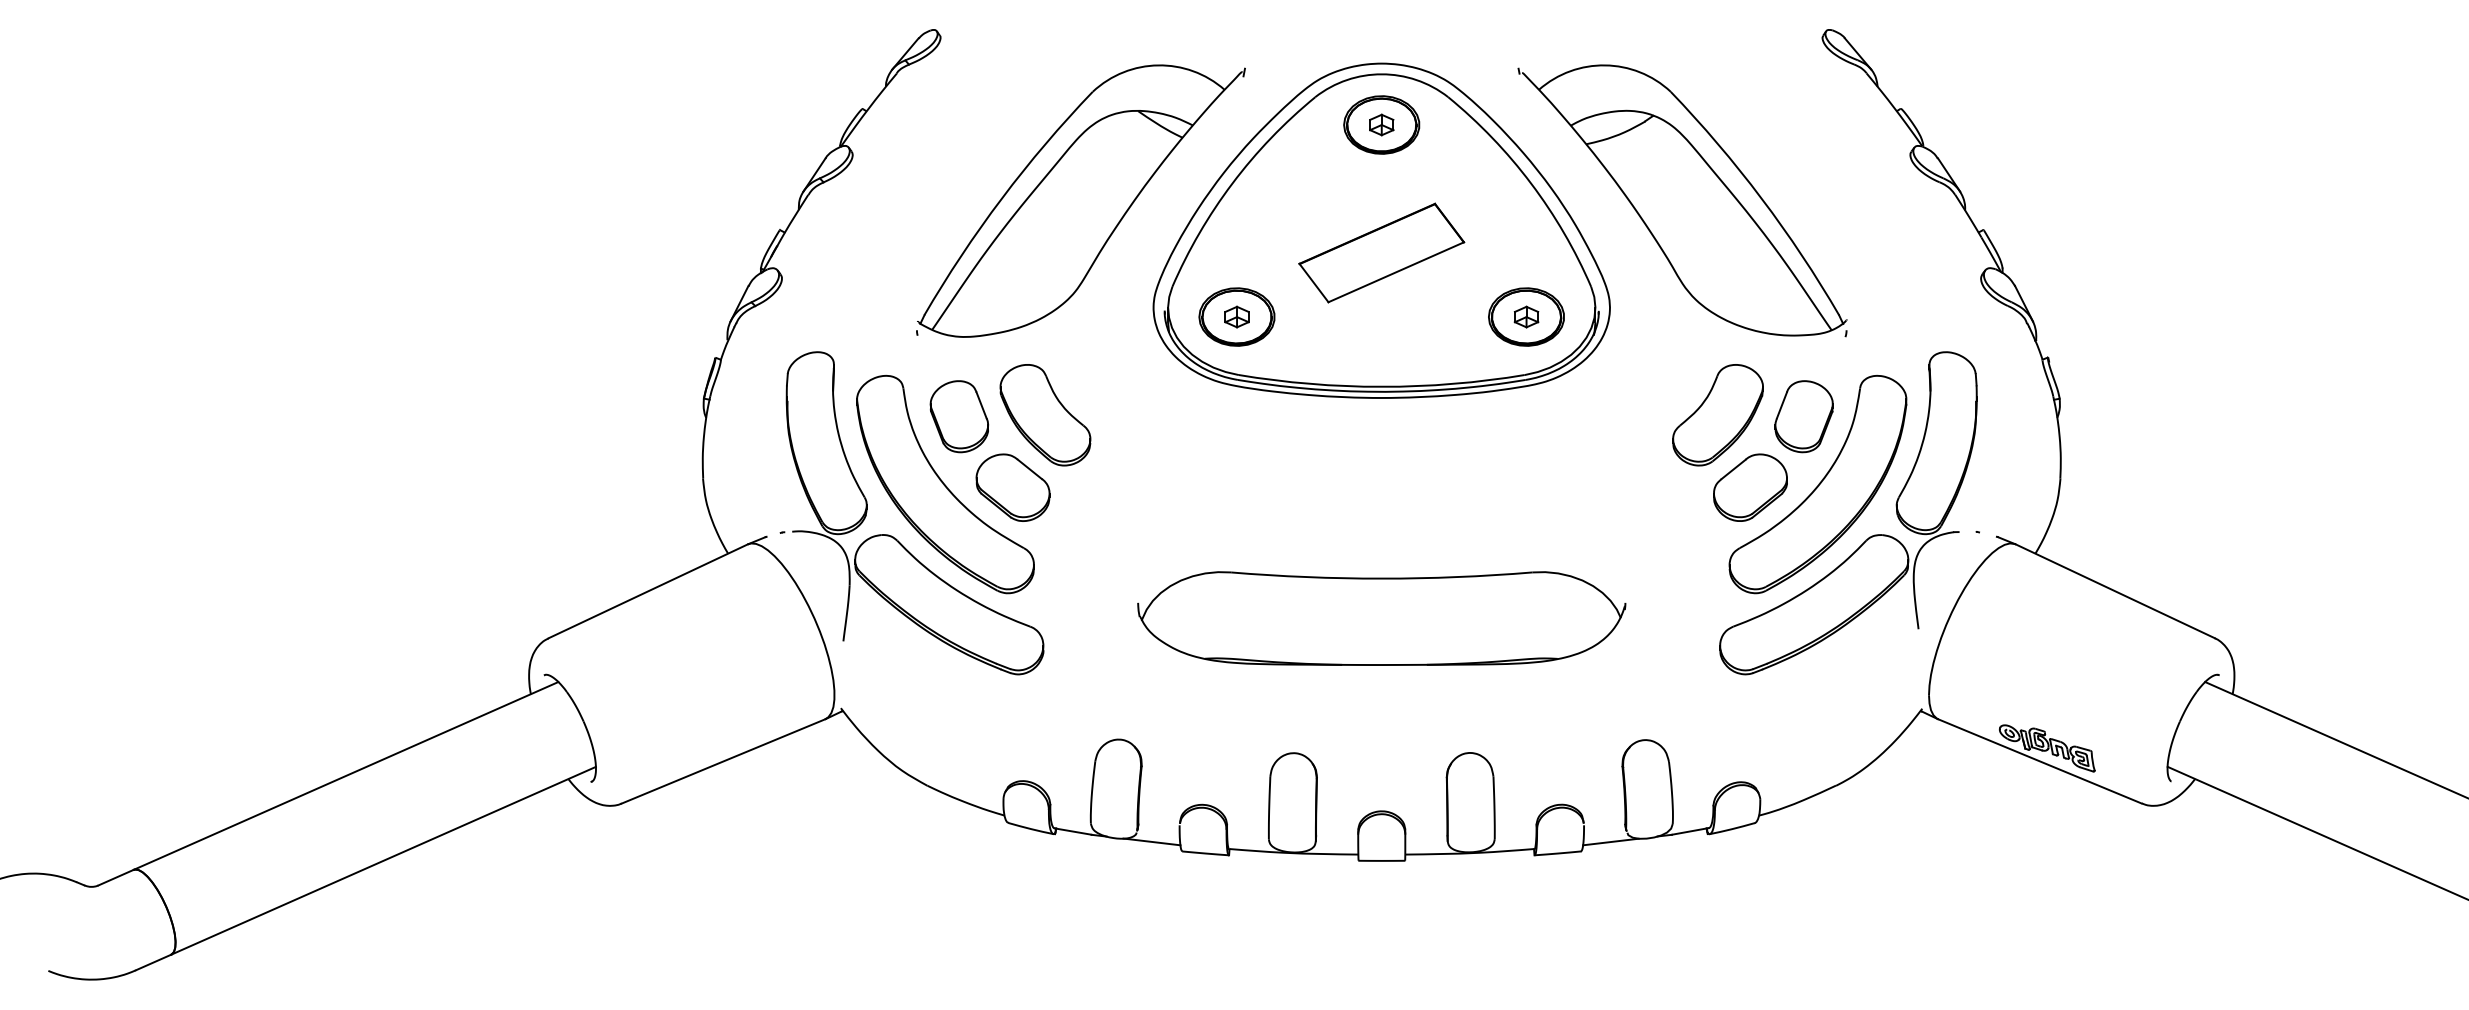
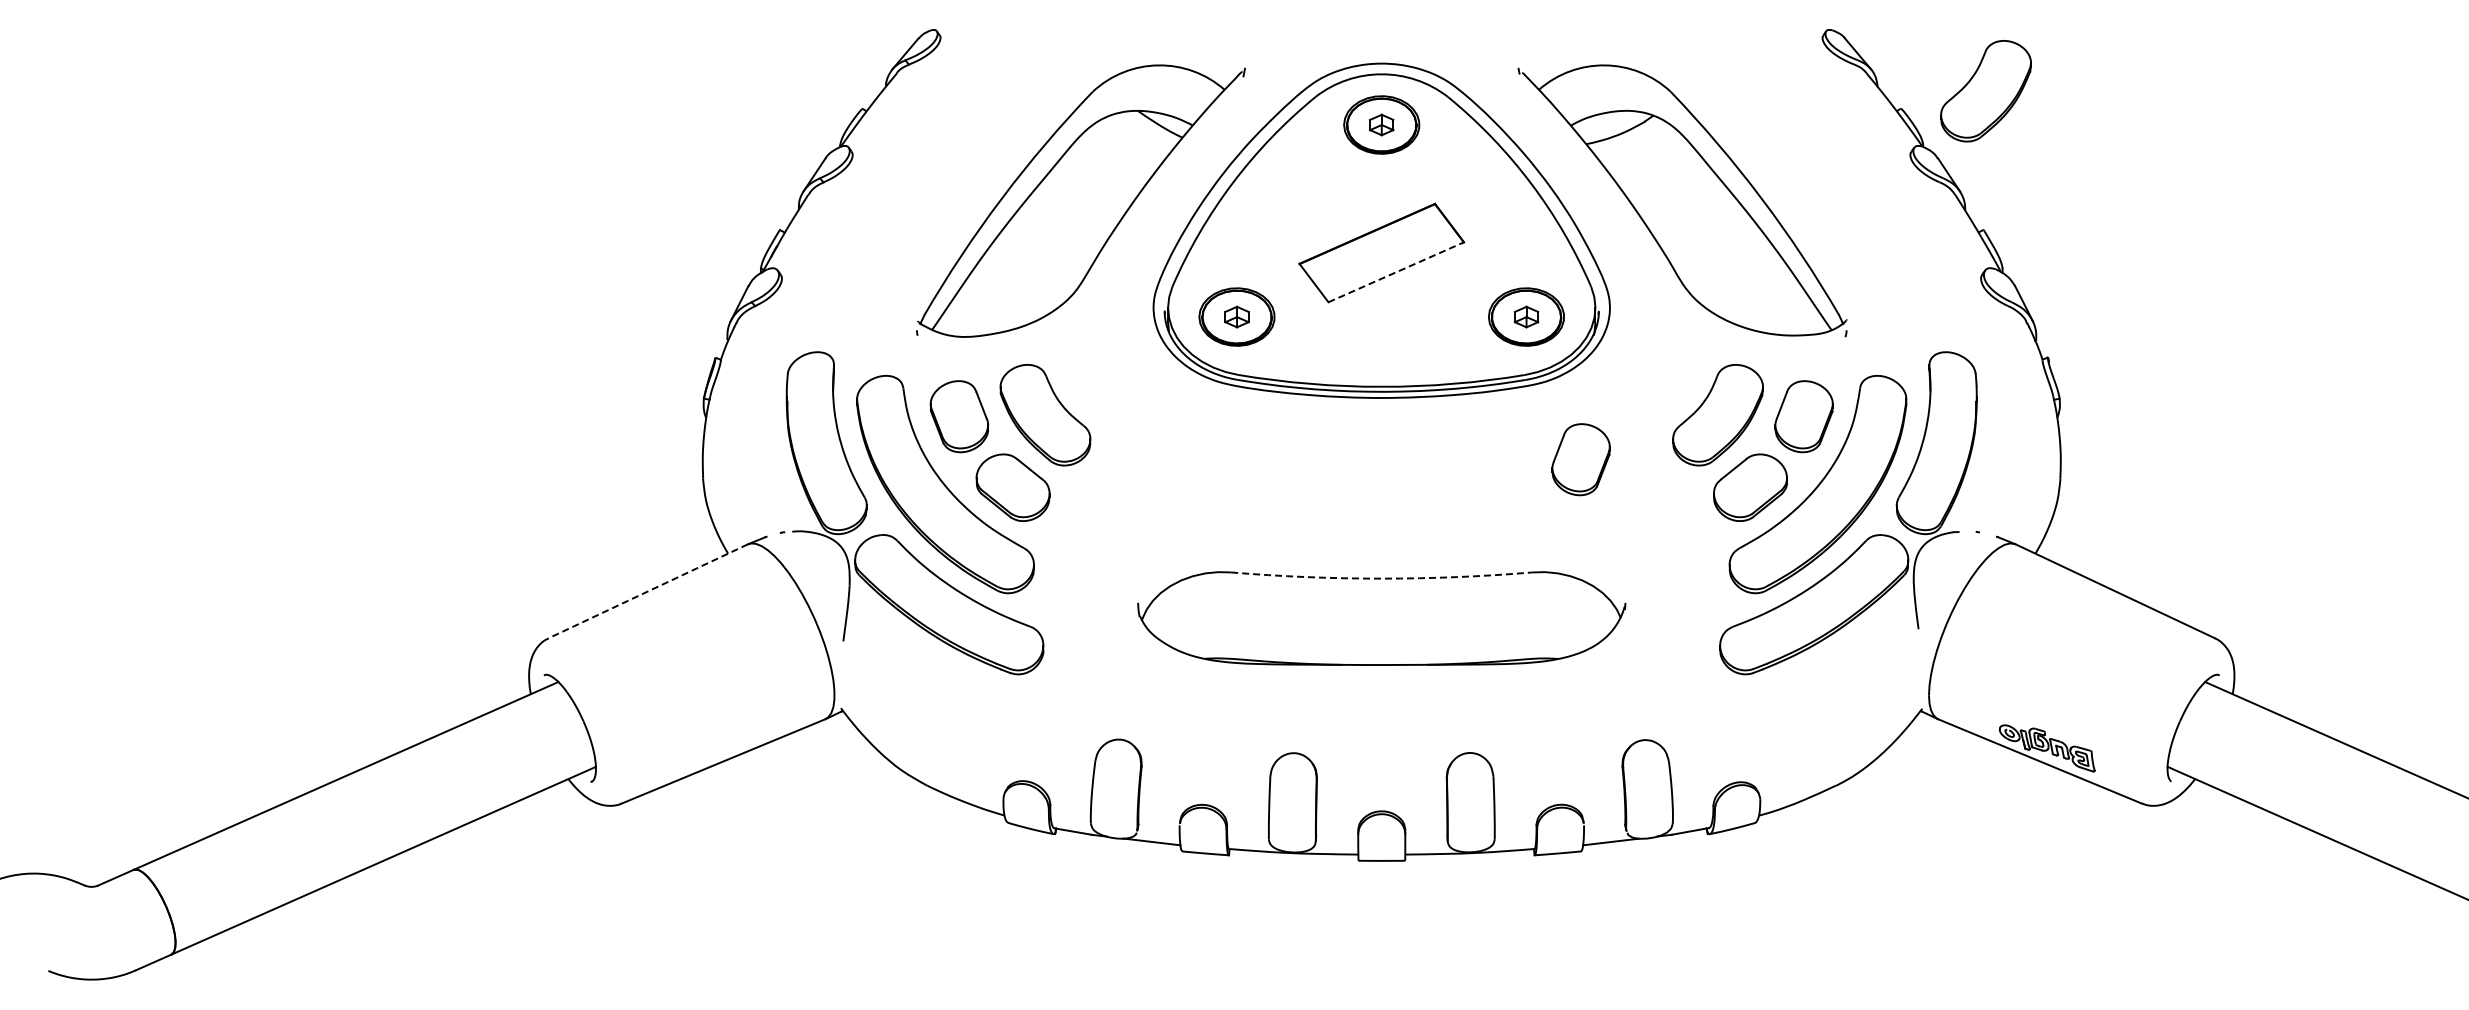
part at (1985, 91): none -> present
line at (1396, 272): solid -> dashed
part at (1580, 459): none -> present
arc at (1381, 578): solid -> dashed
line at (647, 591): solid -> dashed
